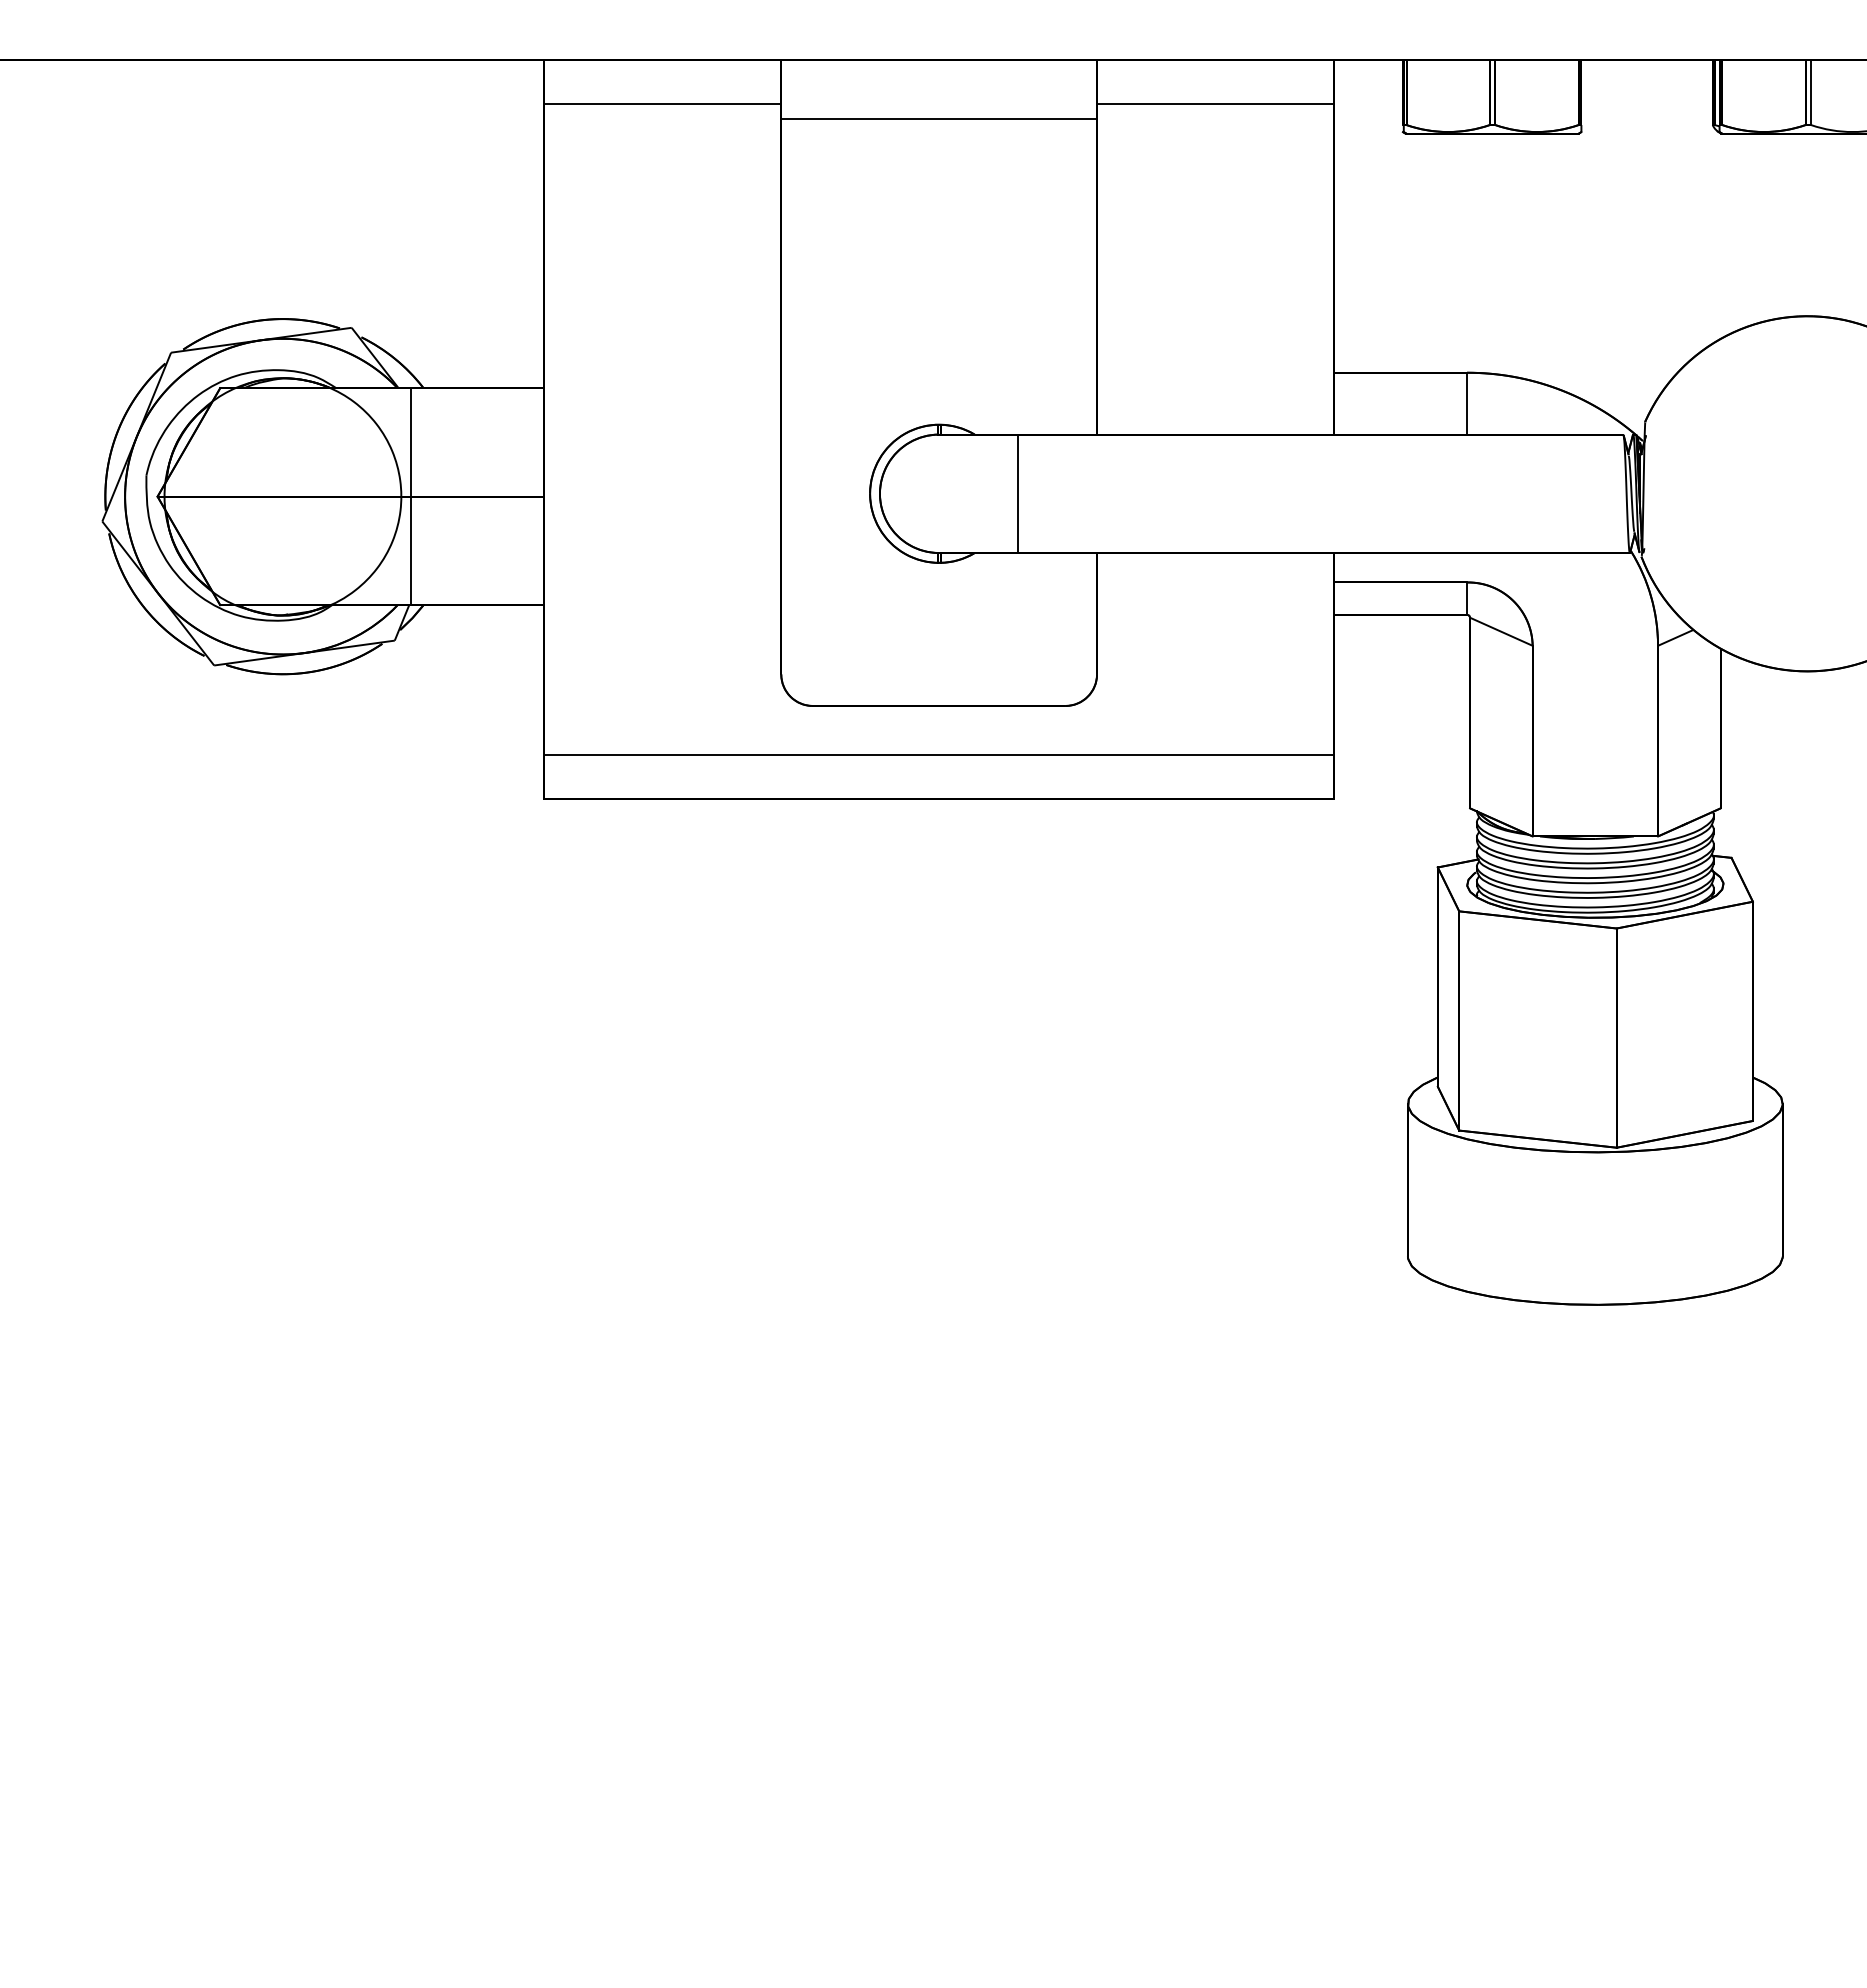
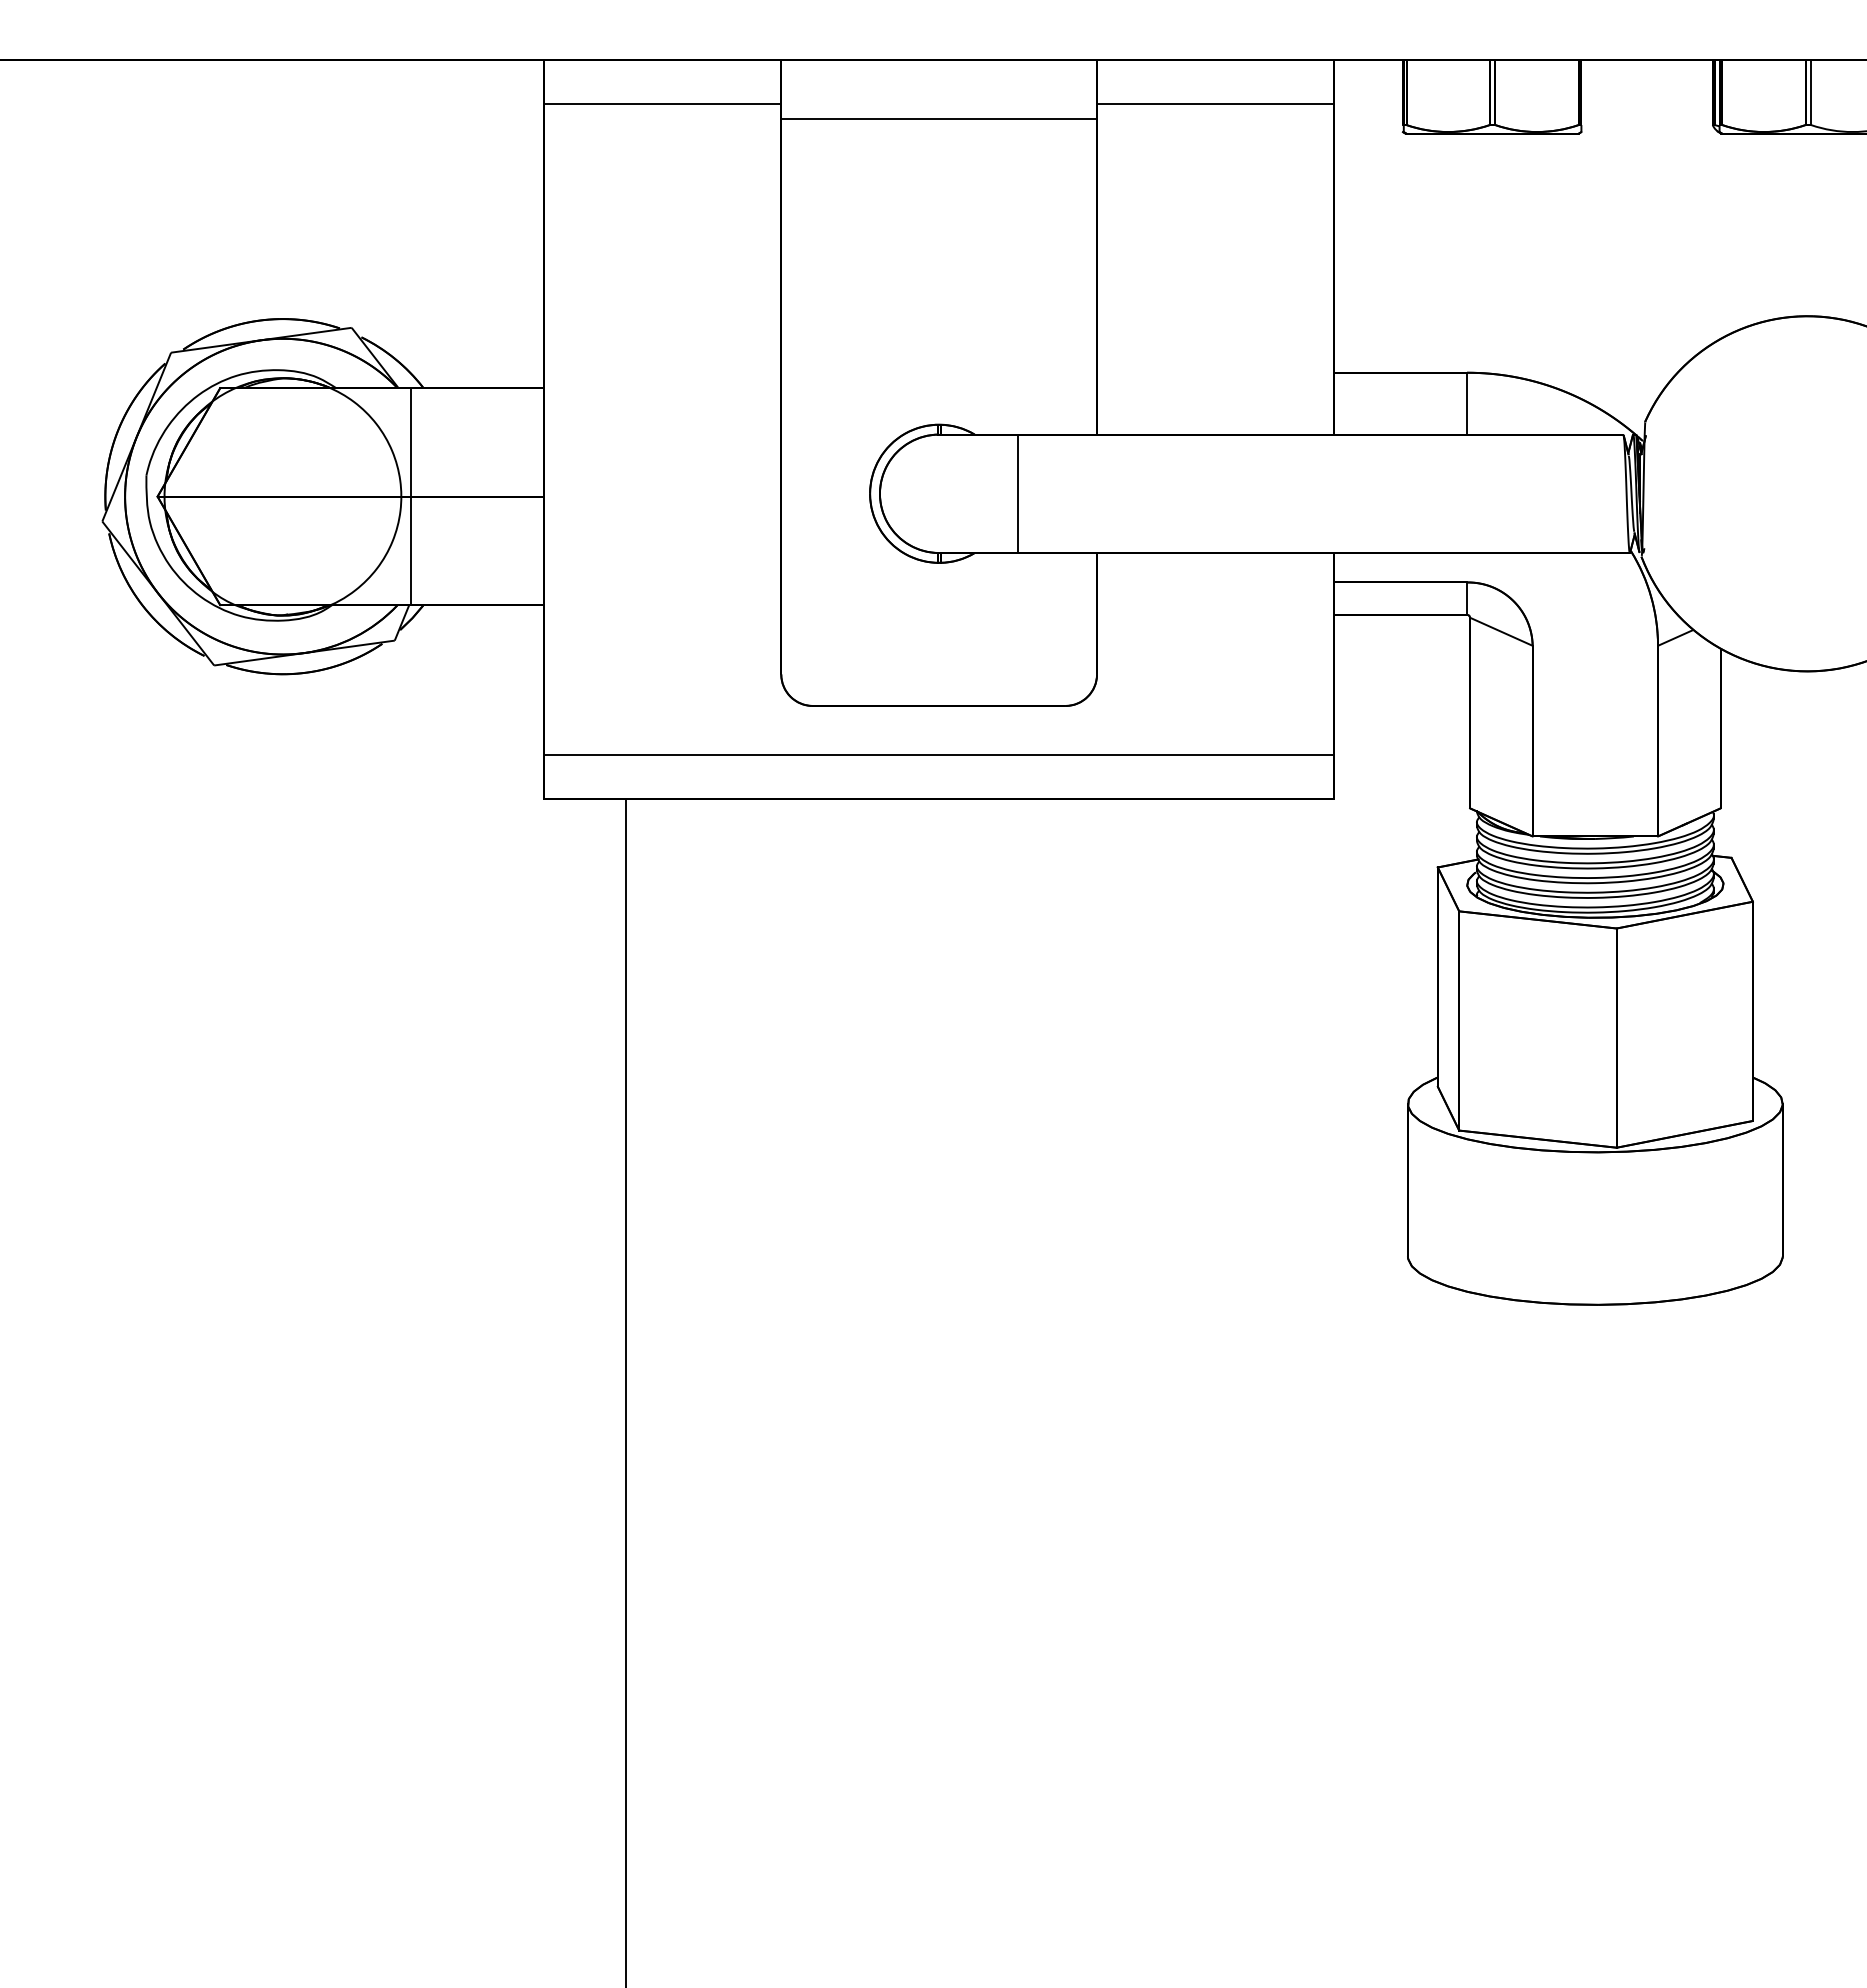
line at (626, 1391): none -> present
